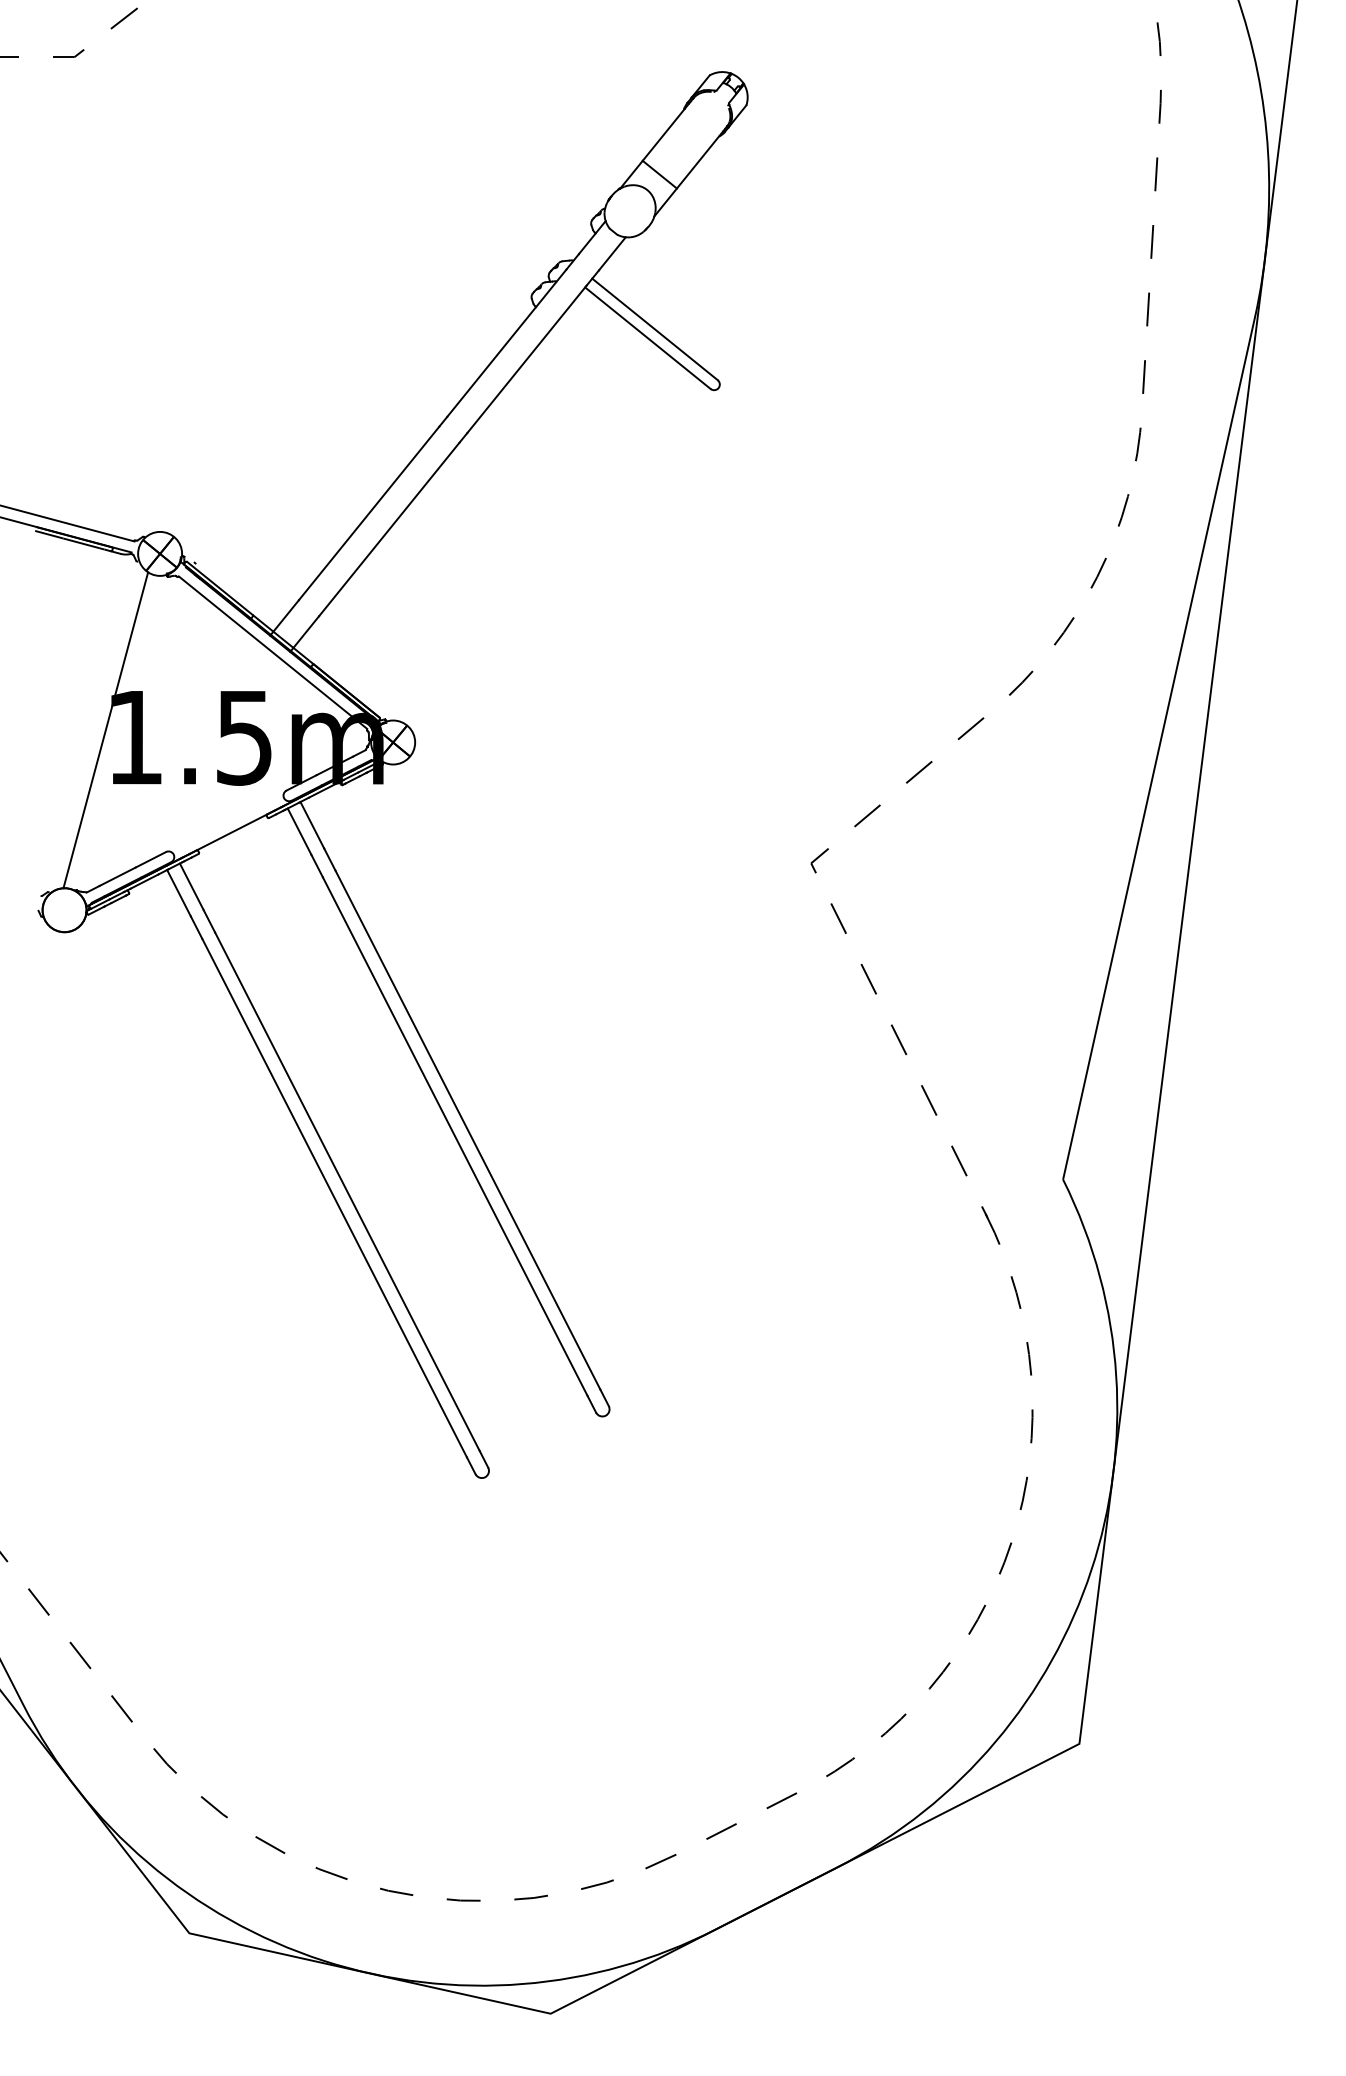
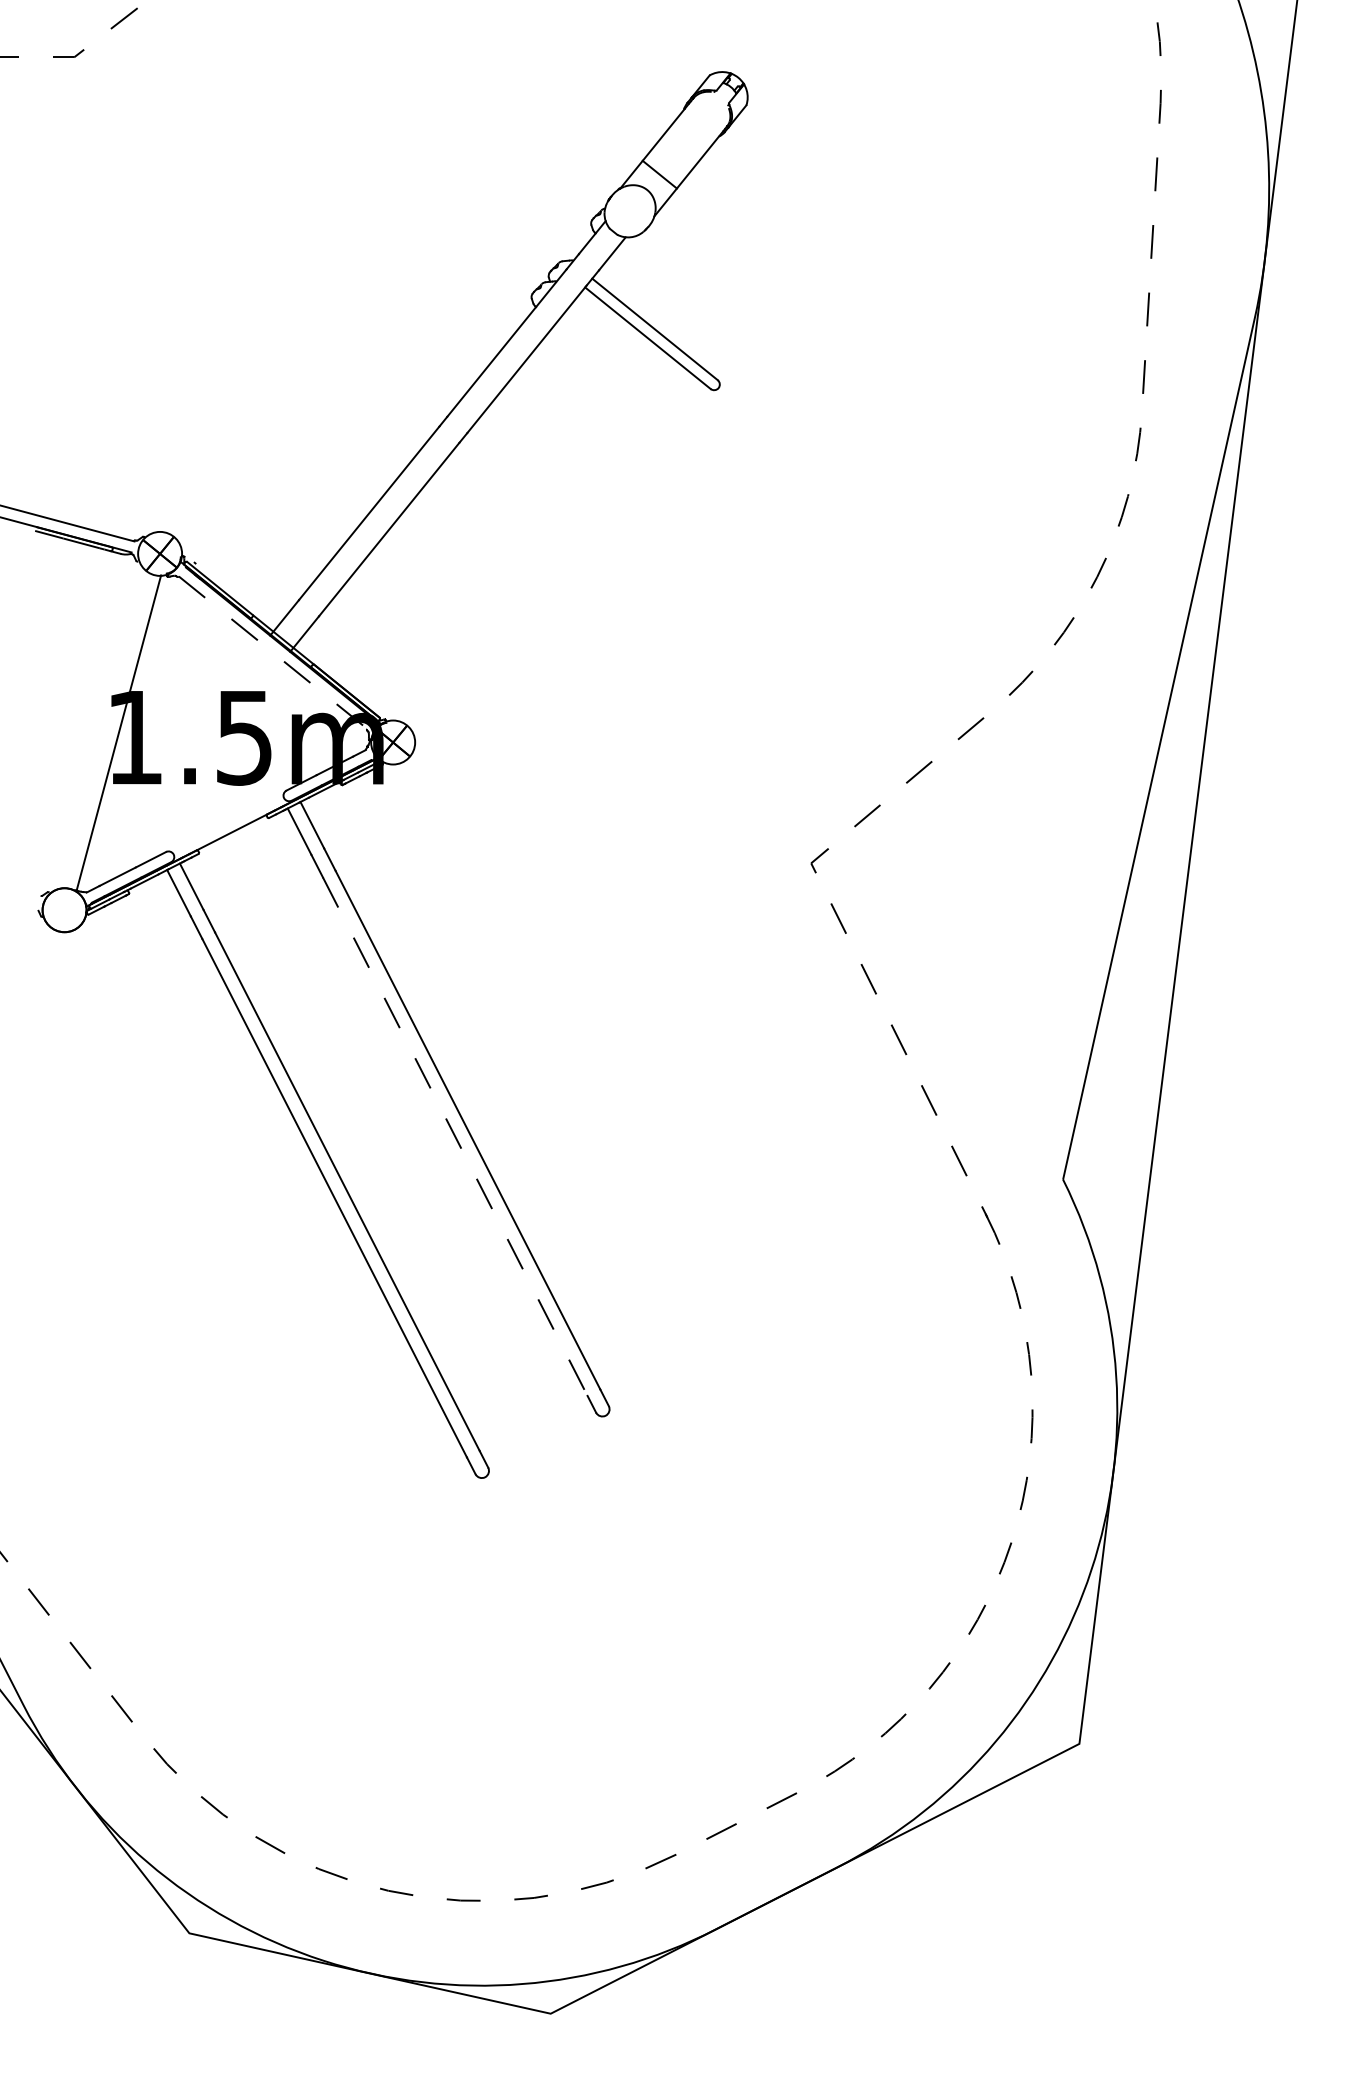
line at (273, 652): solid -> dashed
line at (105, 730) position: (105, 730) -> (118, 733)
line at (455, 1137): solid -> dashed
